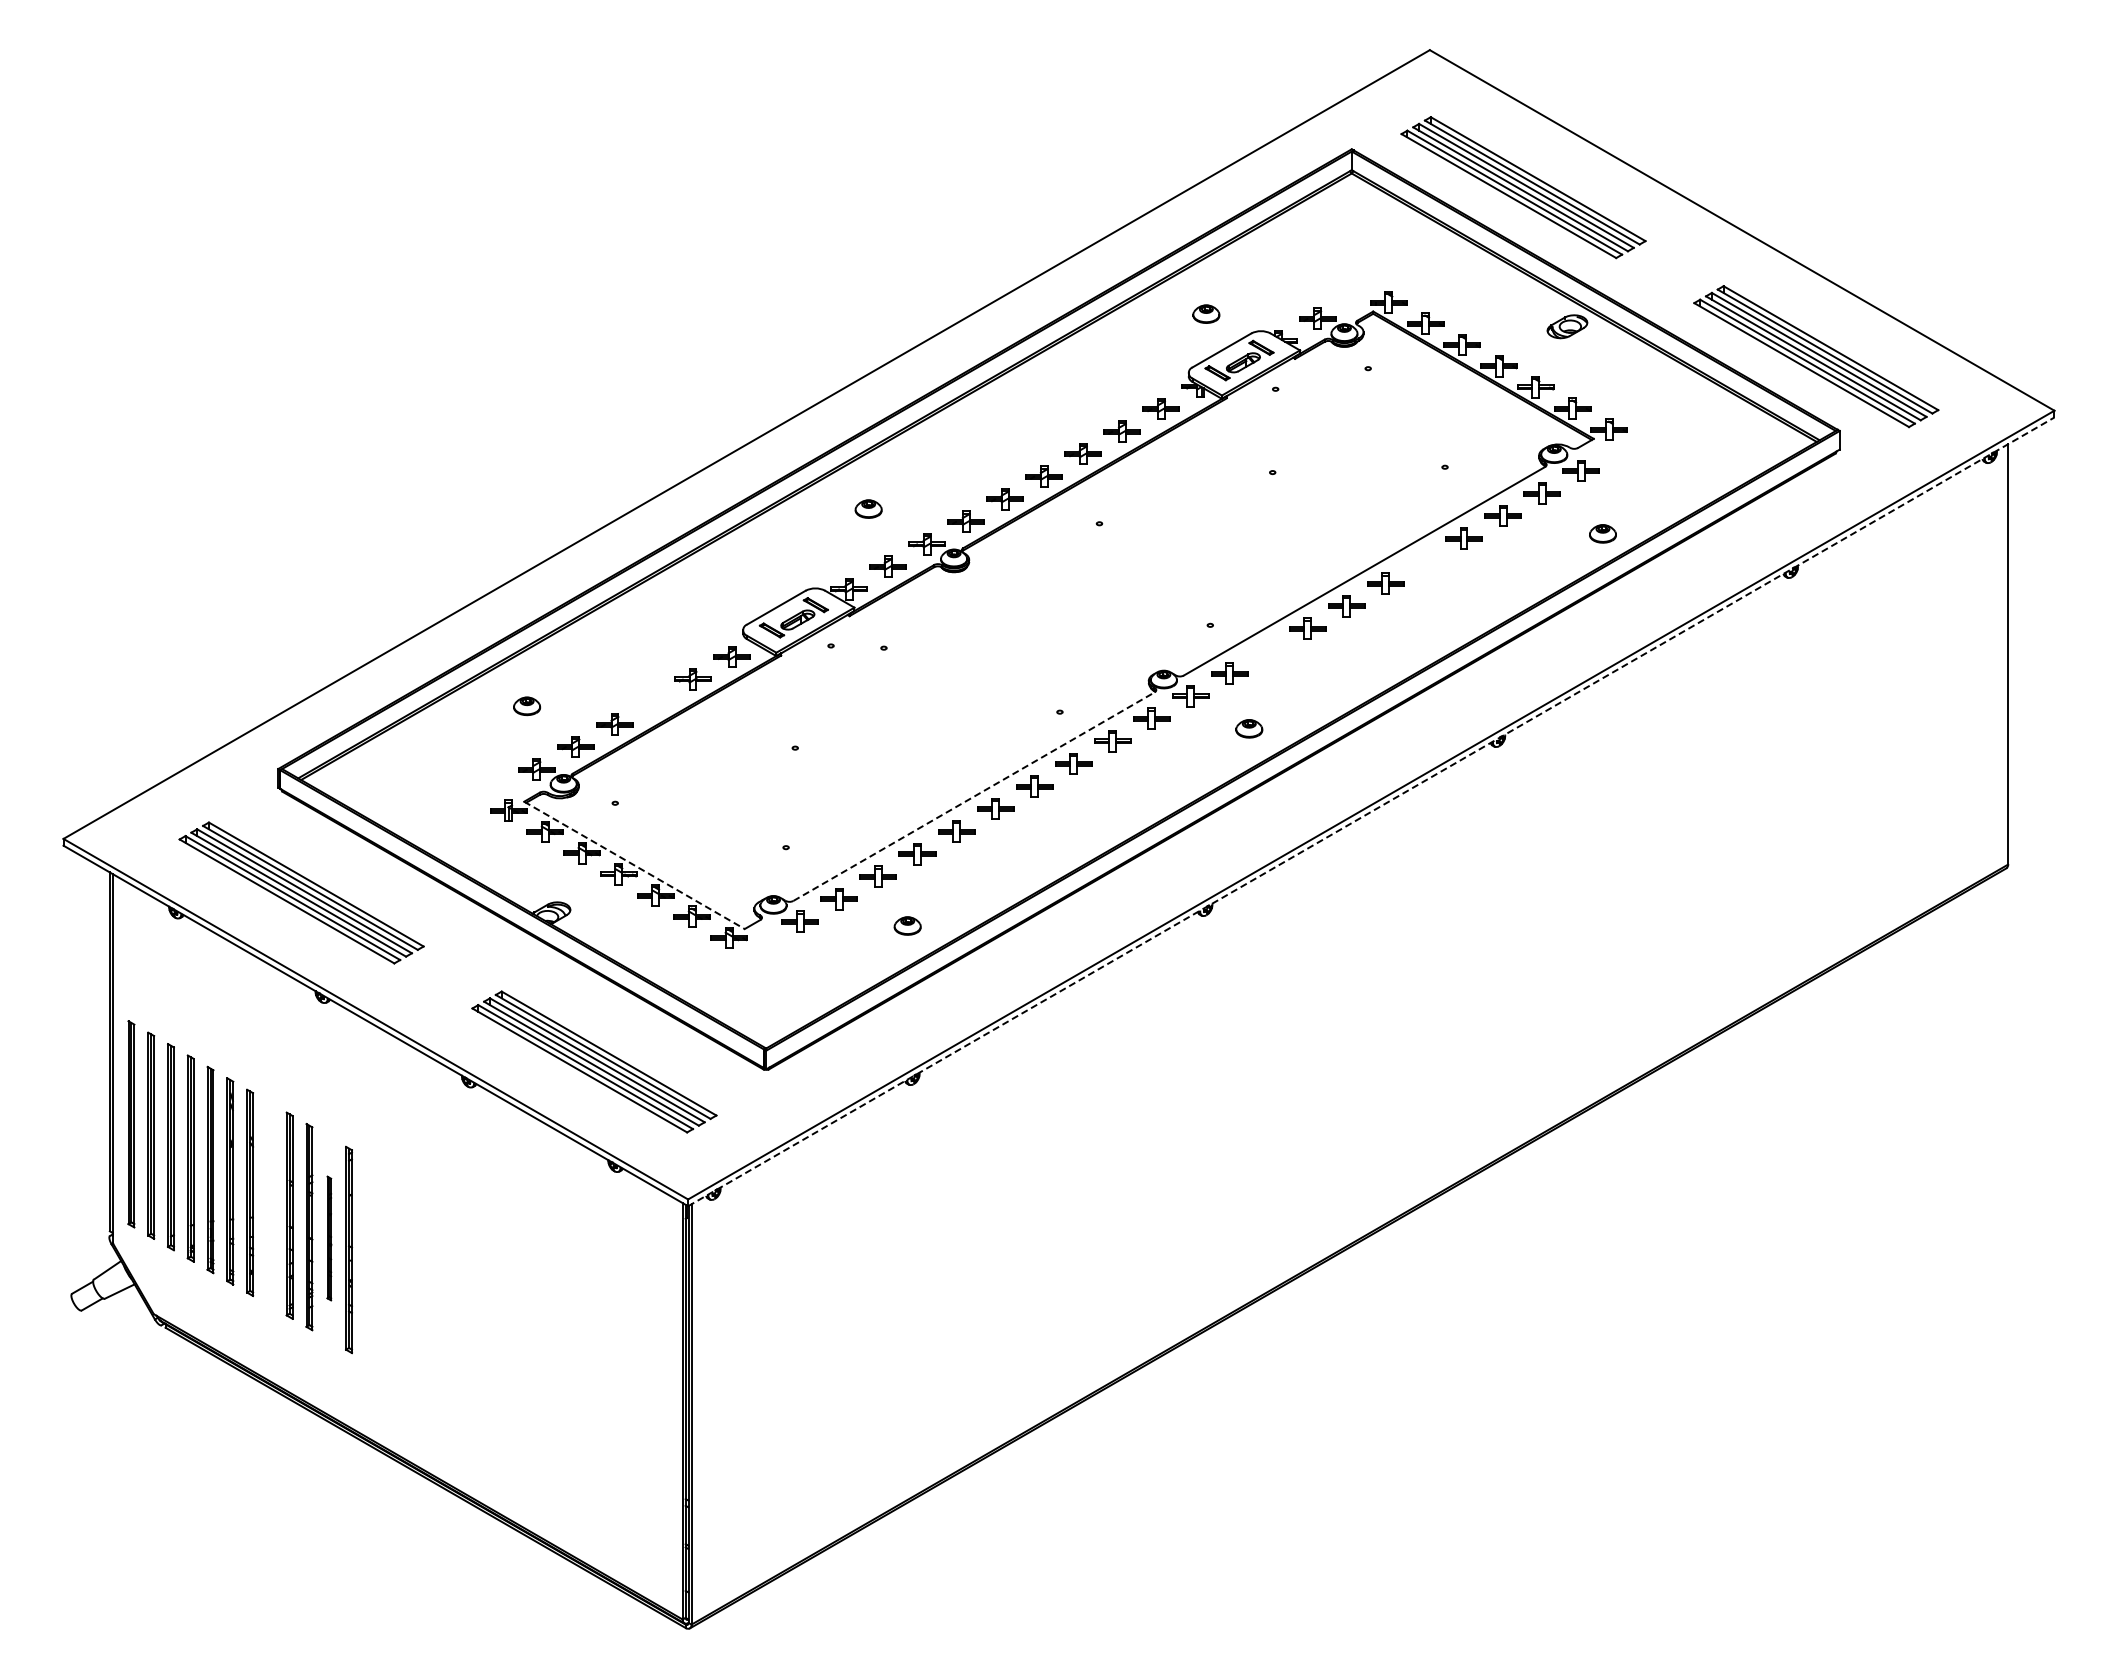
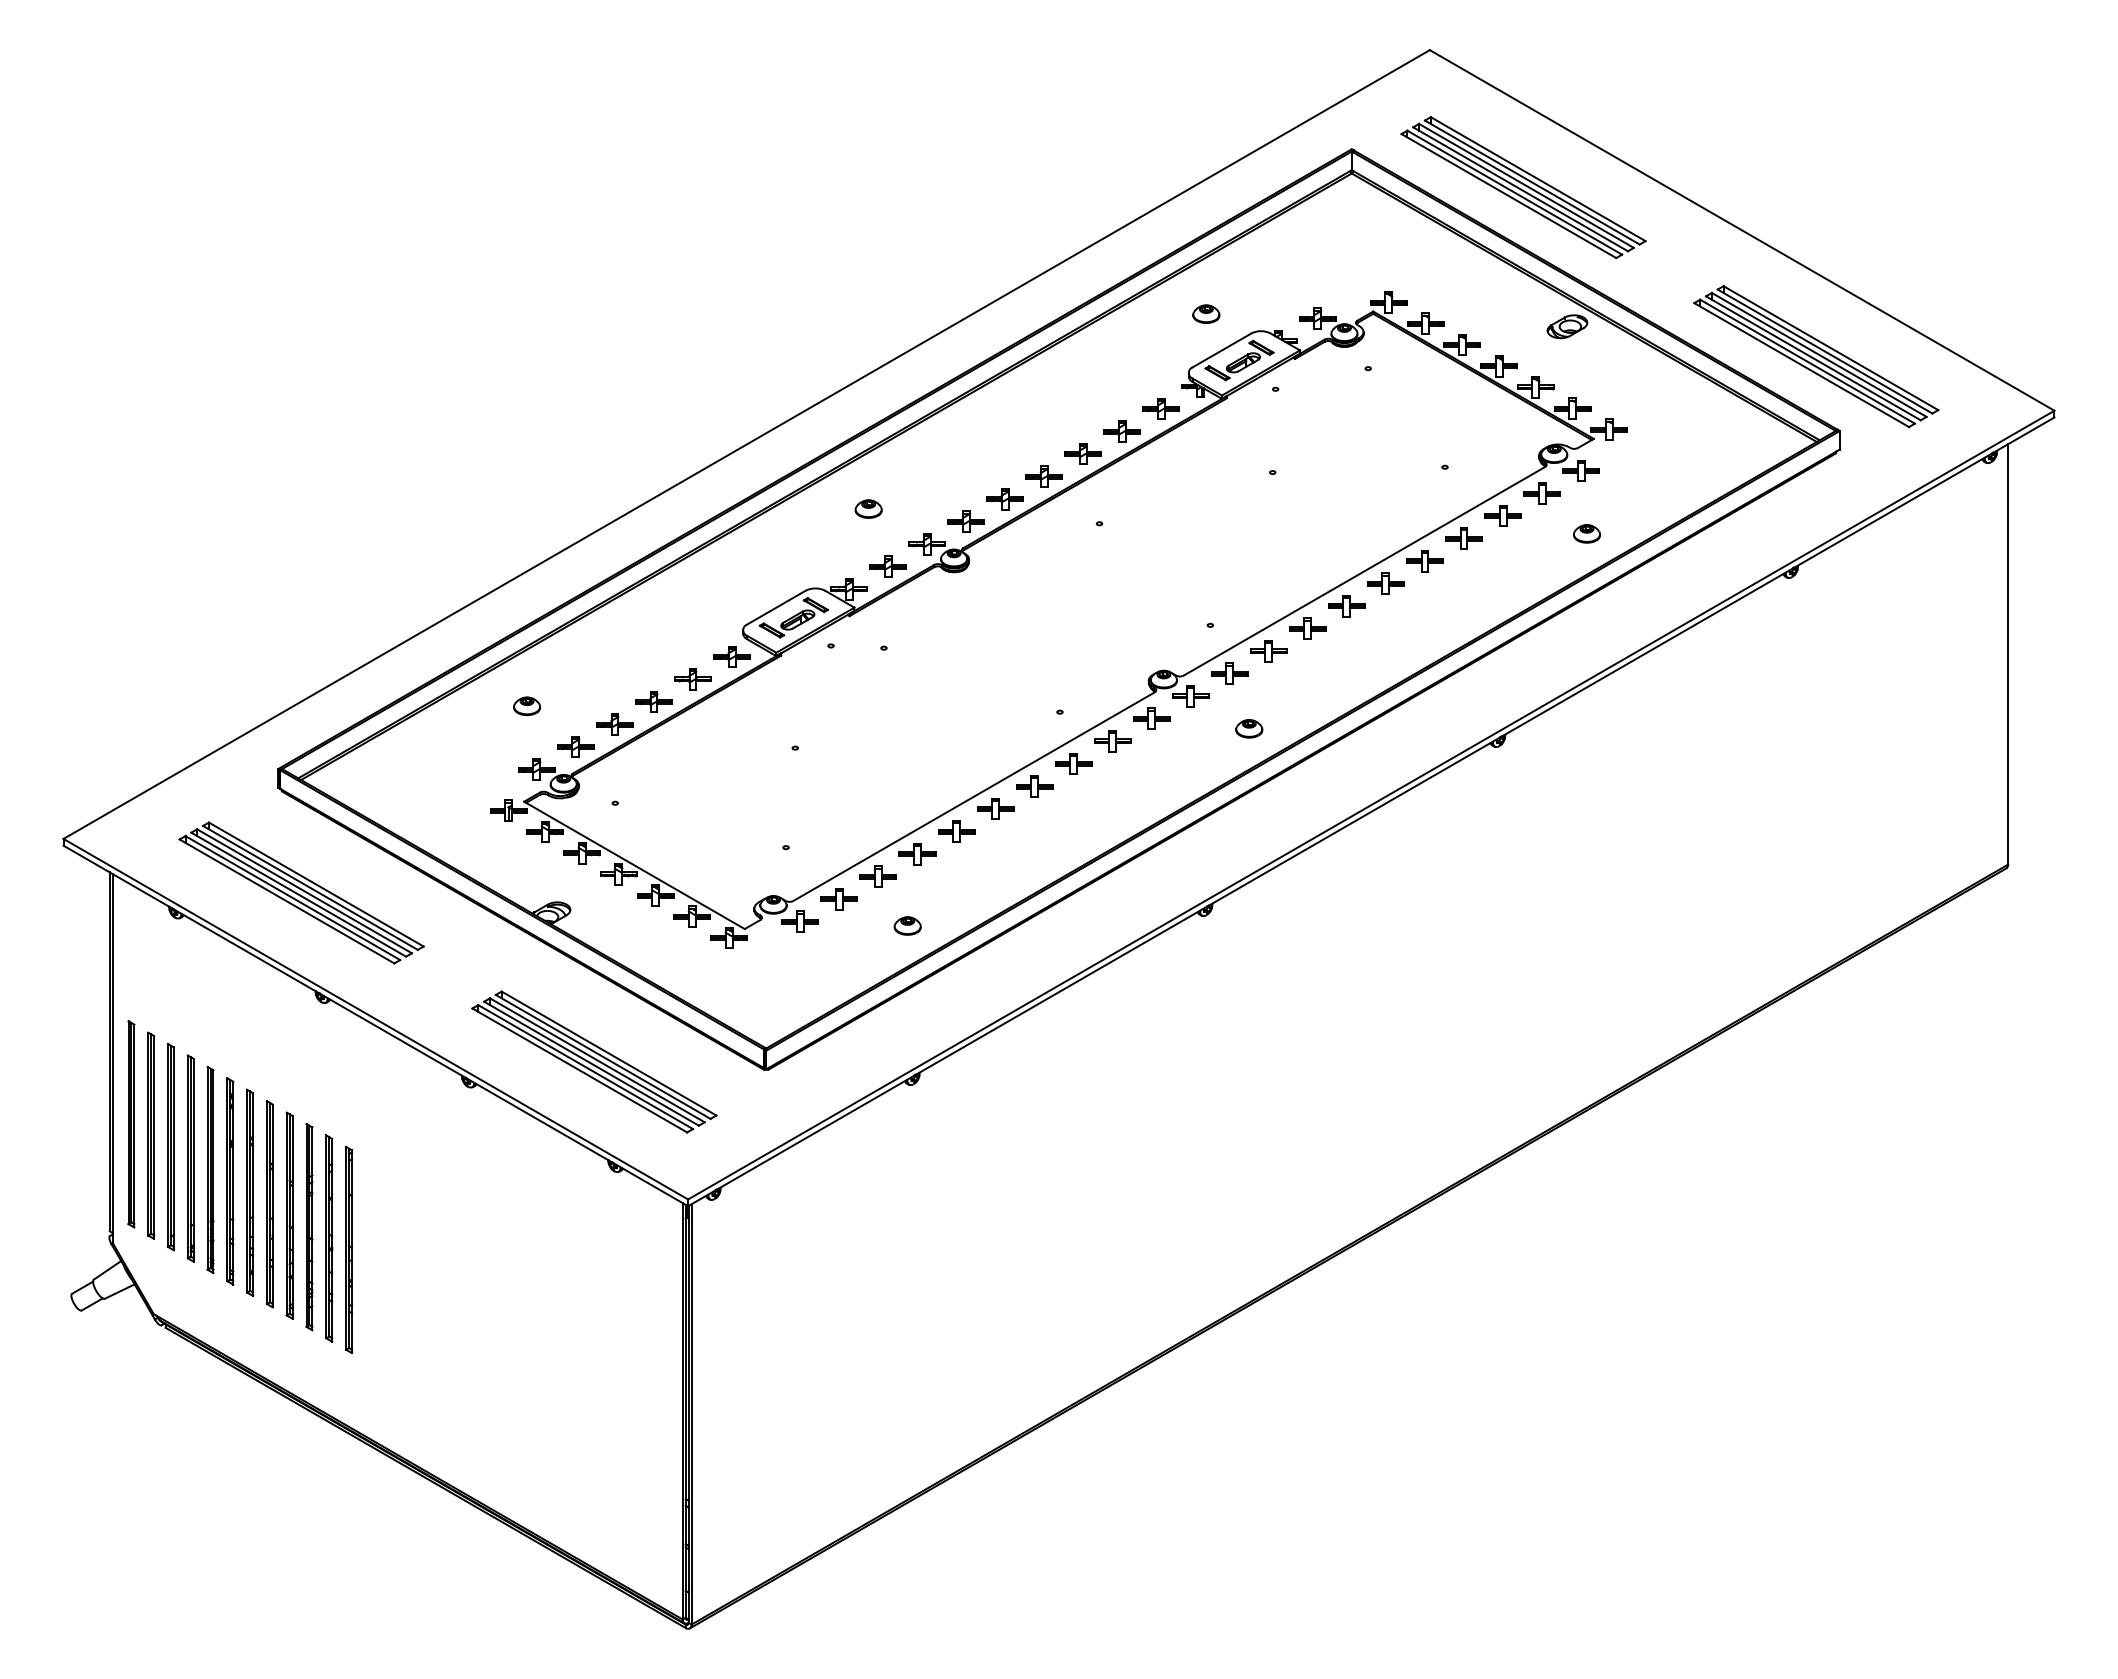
part at (1602, 533) position: (1602, 533) -> (1586, 533)
part at (1424, 561): none -> present
part at (1268, 651): none -> present
part at (653, 701): none -> present
line at (974, 796): dashed -> solid
line at (1371, 811): dashed -> solid
line at (634, 865): dashed -> solid
part at (269, 1204): none -> present
part at (329, 1238) size: 7x127 px -> 9x209 px
